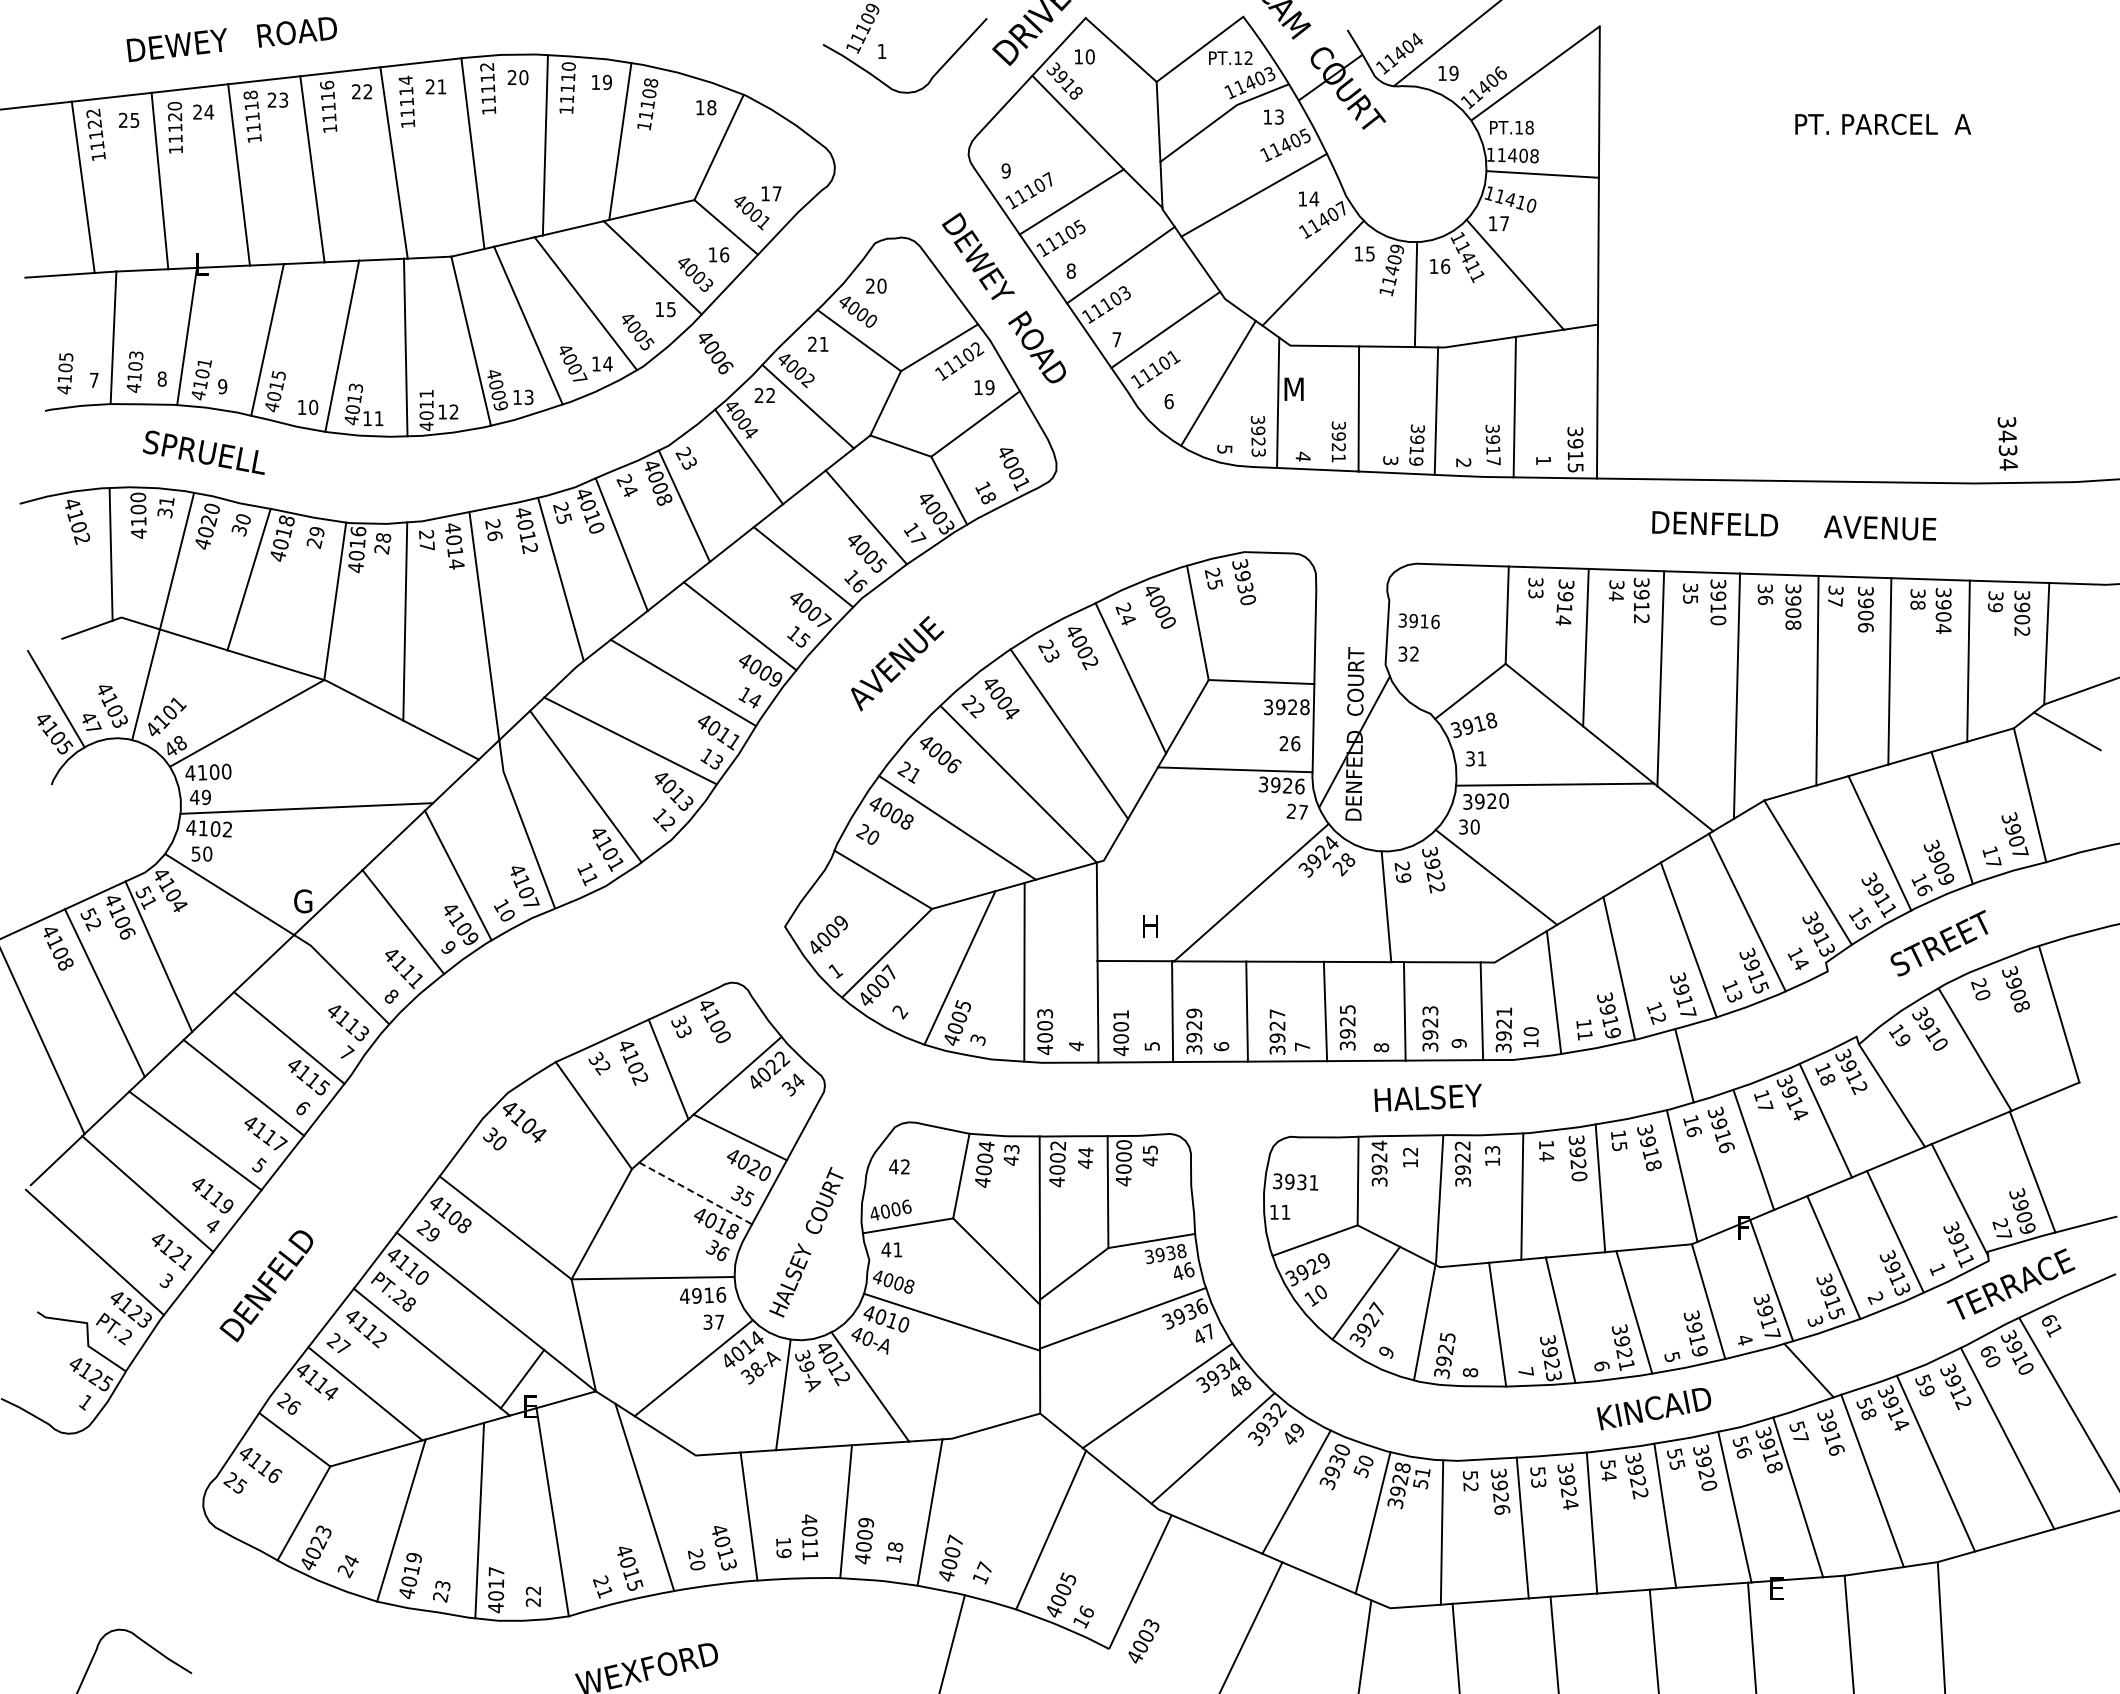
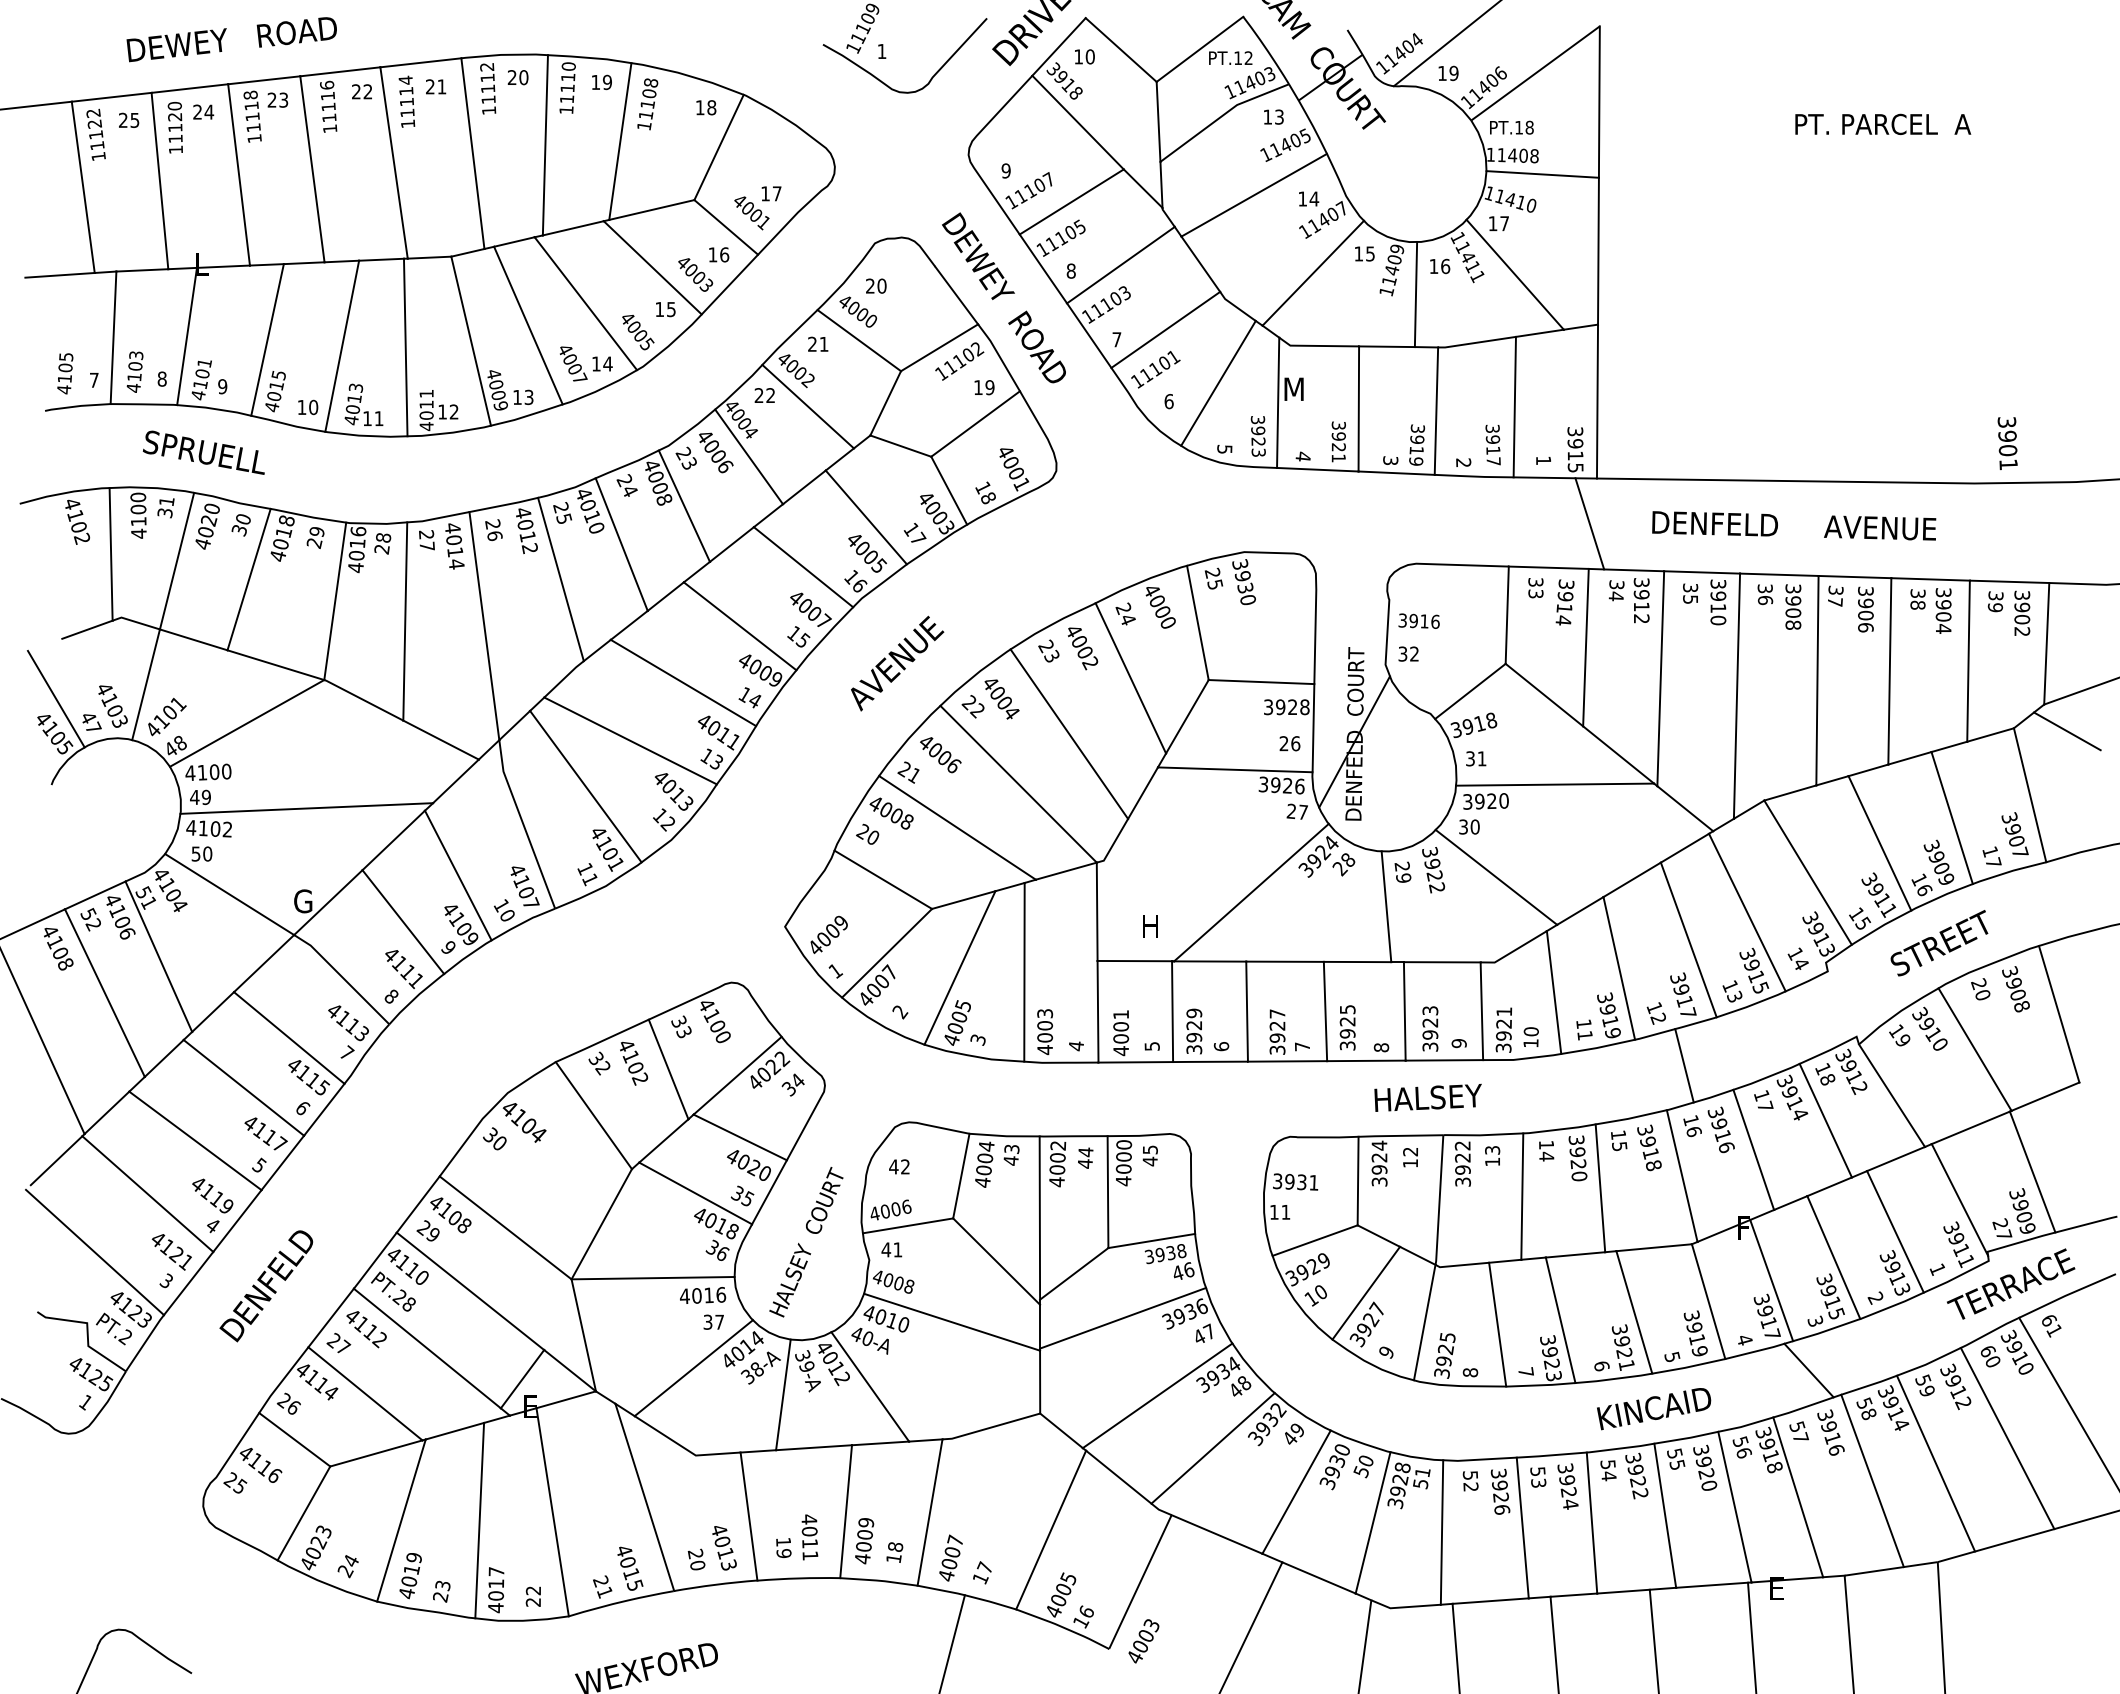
text at (716, 353) position: (716, 353) -> (716, 452)
text at (2007, 450): 3434 -> 3901
line at (1589, 523): none -> present
line at (696, 1193): dashed -> solid
text at (696, 1295): 4916 -> 4016
